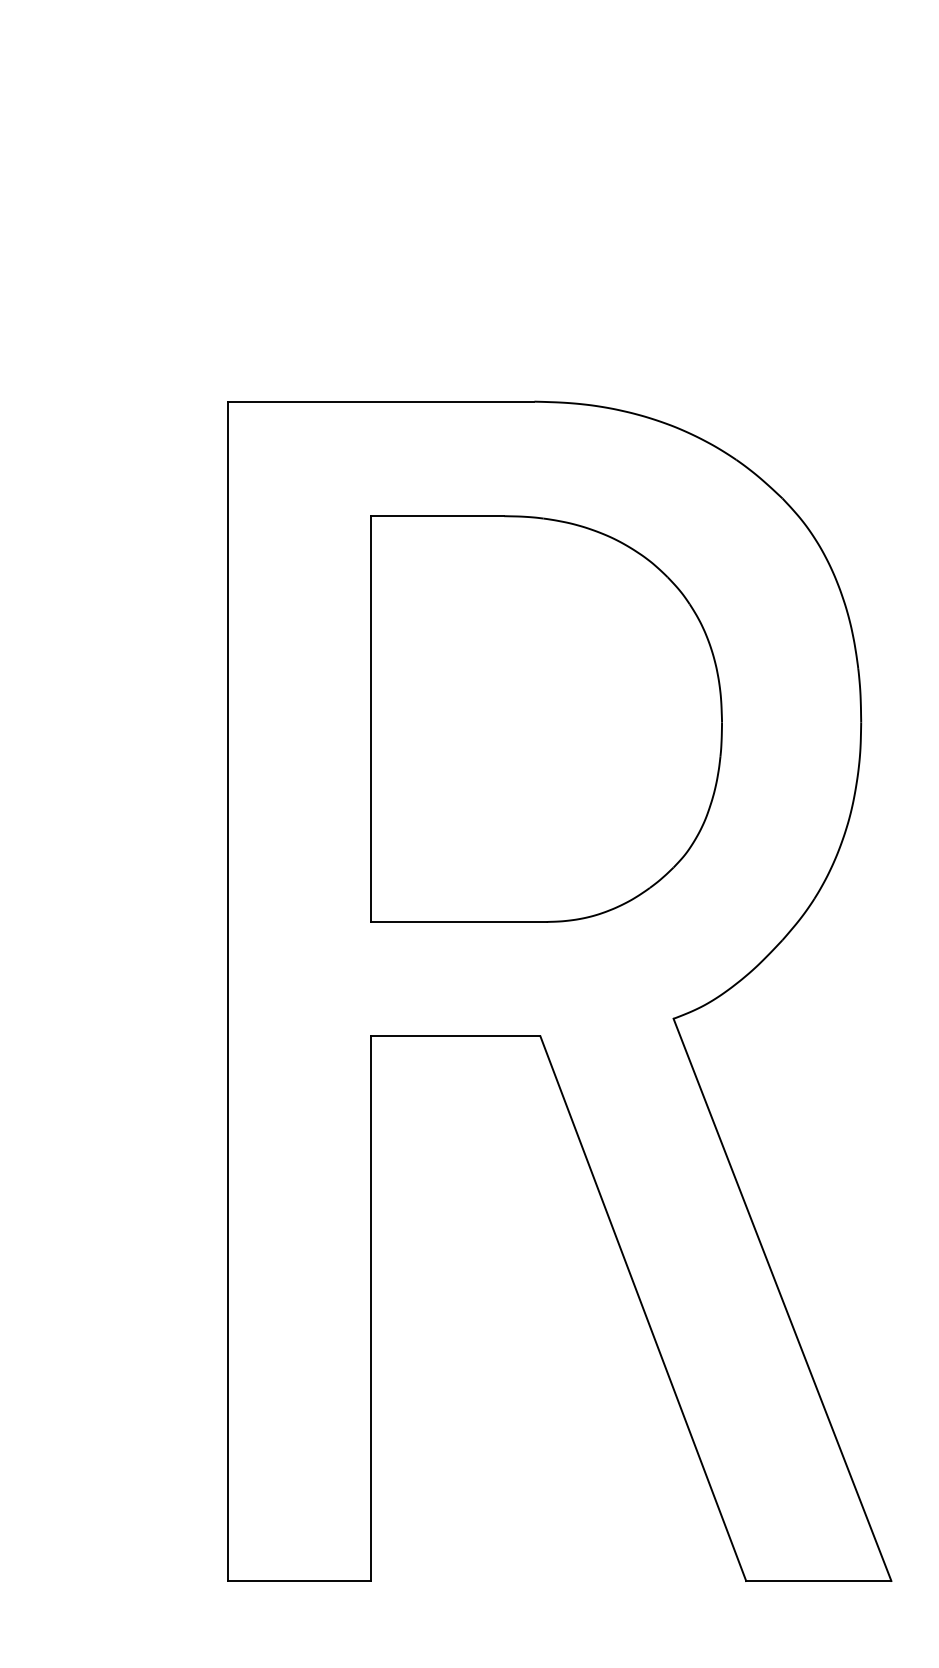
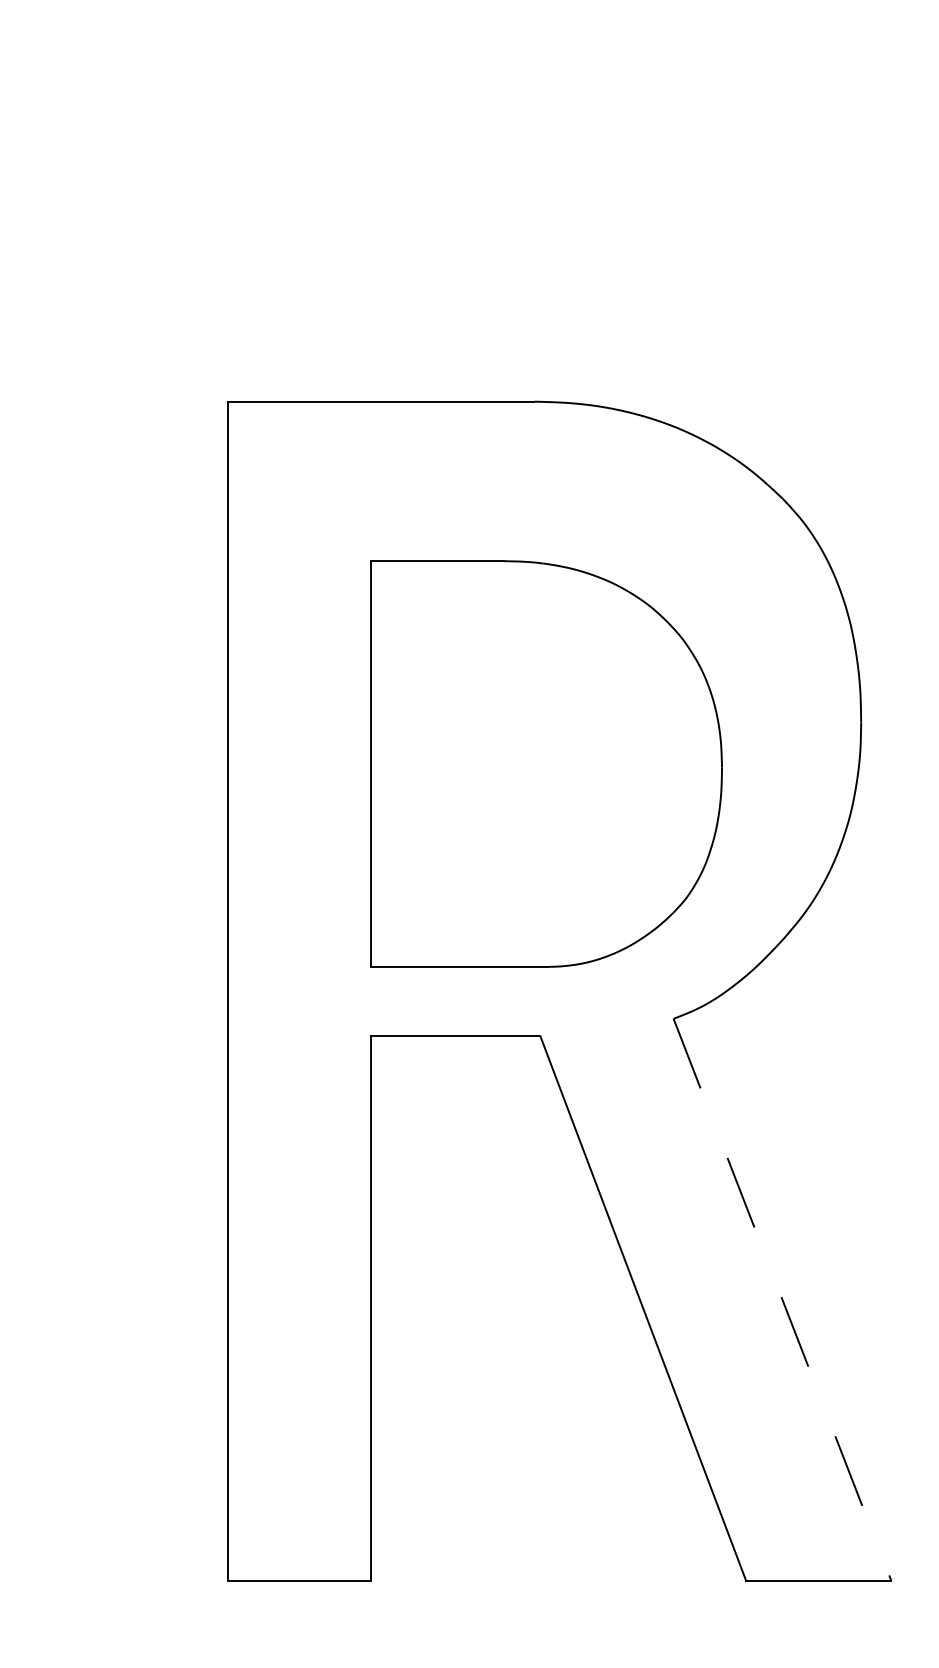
part at (546, 718) position: (546, 718) -> (546, 763)
line at (782, 1300): solid -> dashed
